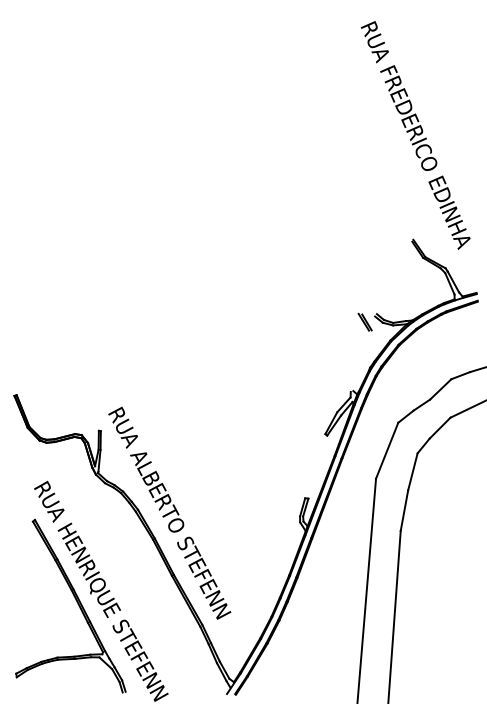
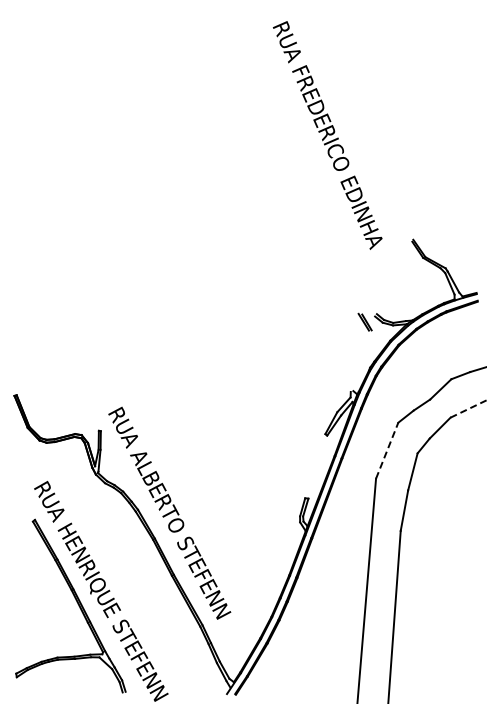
text at (415, 135) position: (415, 135) -> (327, 135)
line at (468, 409): solid -> dashed
line at (387, 450): solid -> dashed
